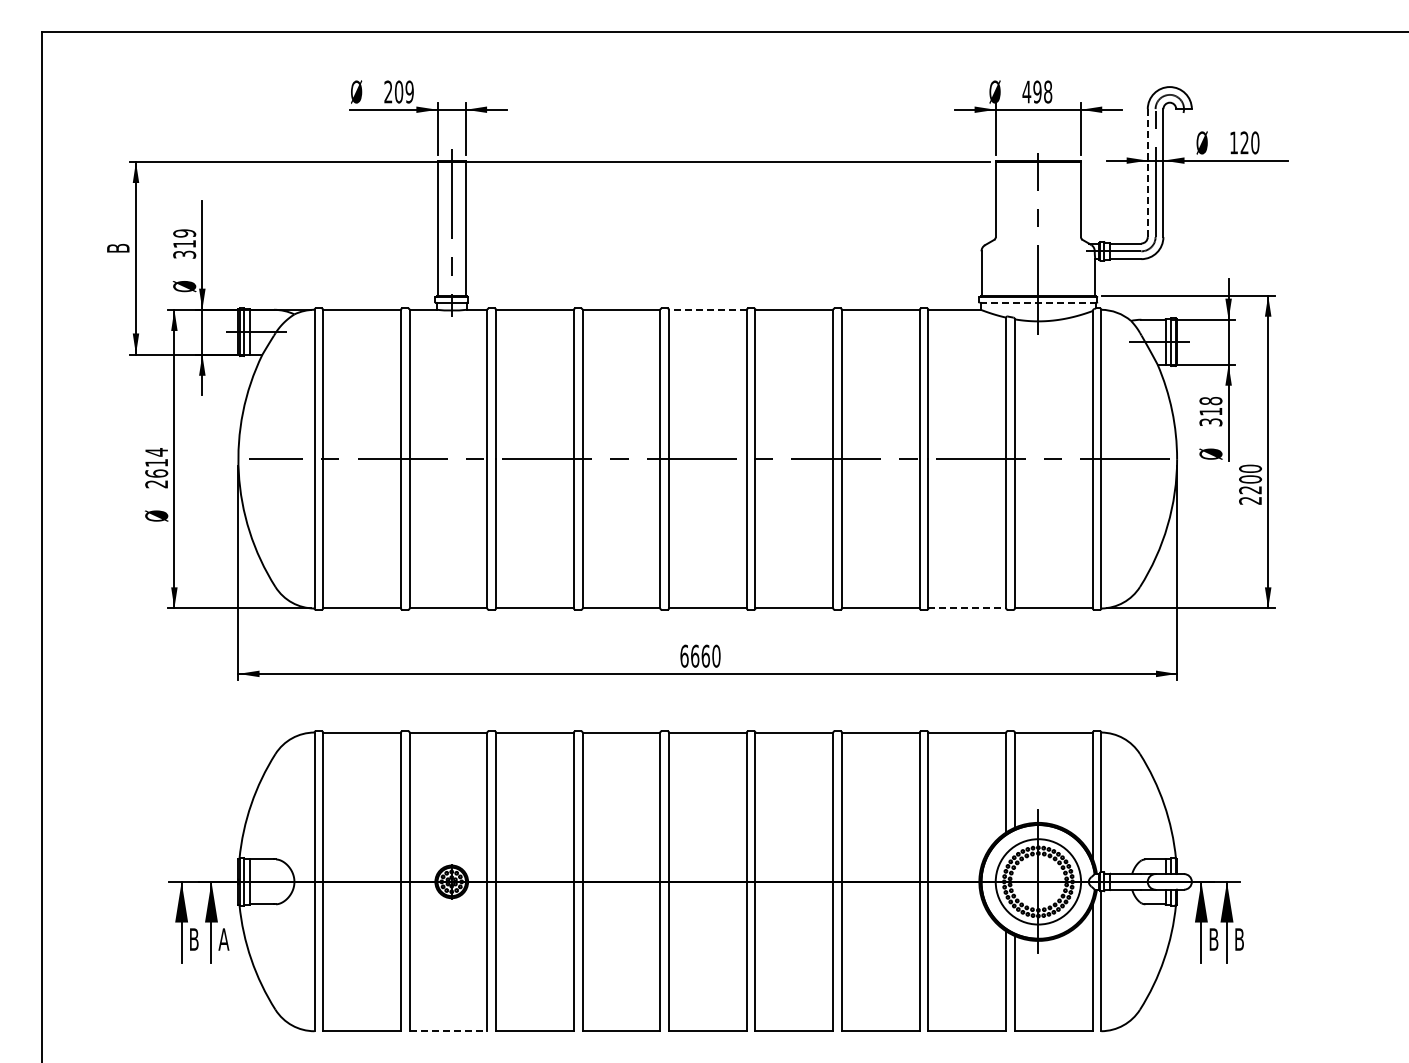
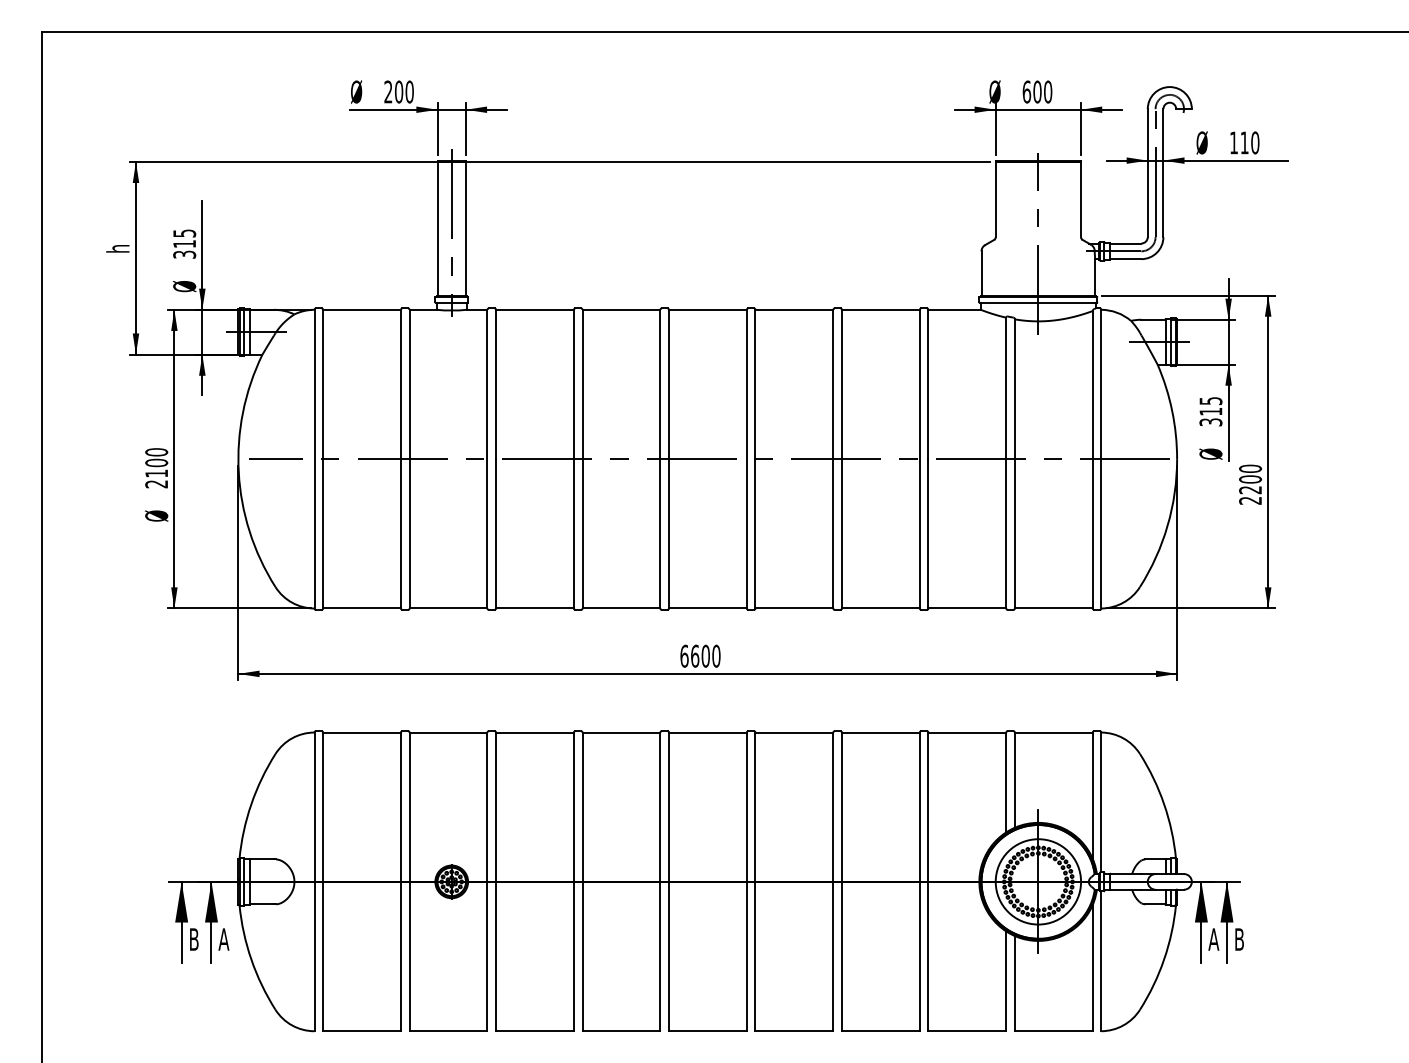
text at (409, 91): 209 -> 200
text at (1037, 91): 498 -> 600
text at (1244, 142): 120 -> 110
line at (1147, 173): dashed -> solid
text at (184, 233): 319 -> 315
text at (117, 247): B -> h
line at (1038, 302): dashed -> solid
line at (707, 309): dashed -> solid
text at (1210, 401): 318 -> 315
text at (156, 462): 2614 -> 2100
line at (967, 608): dashed -> solid
text at (705, 655): 6660 -> 6600
text at (1213, 939): B -> A
line at (448, 1031): dashed -> solid
